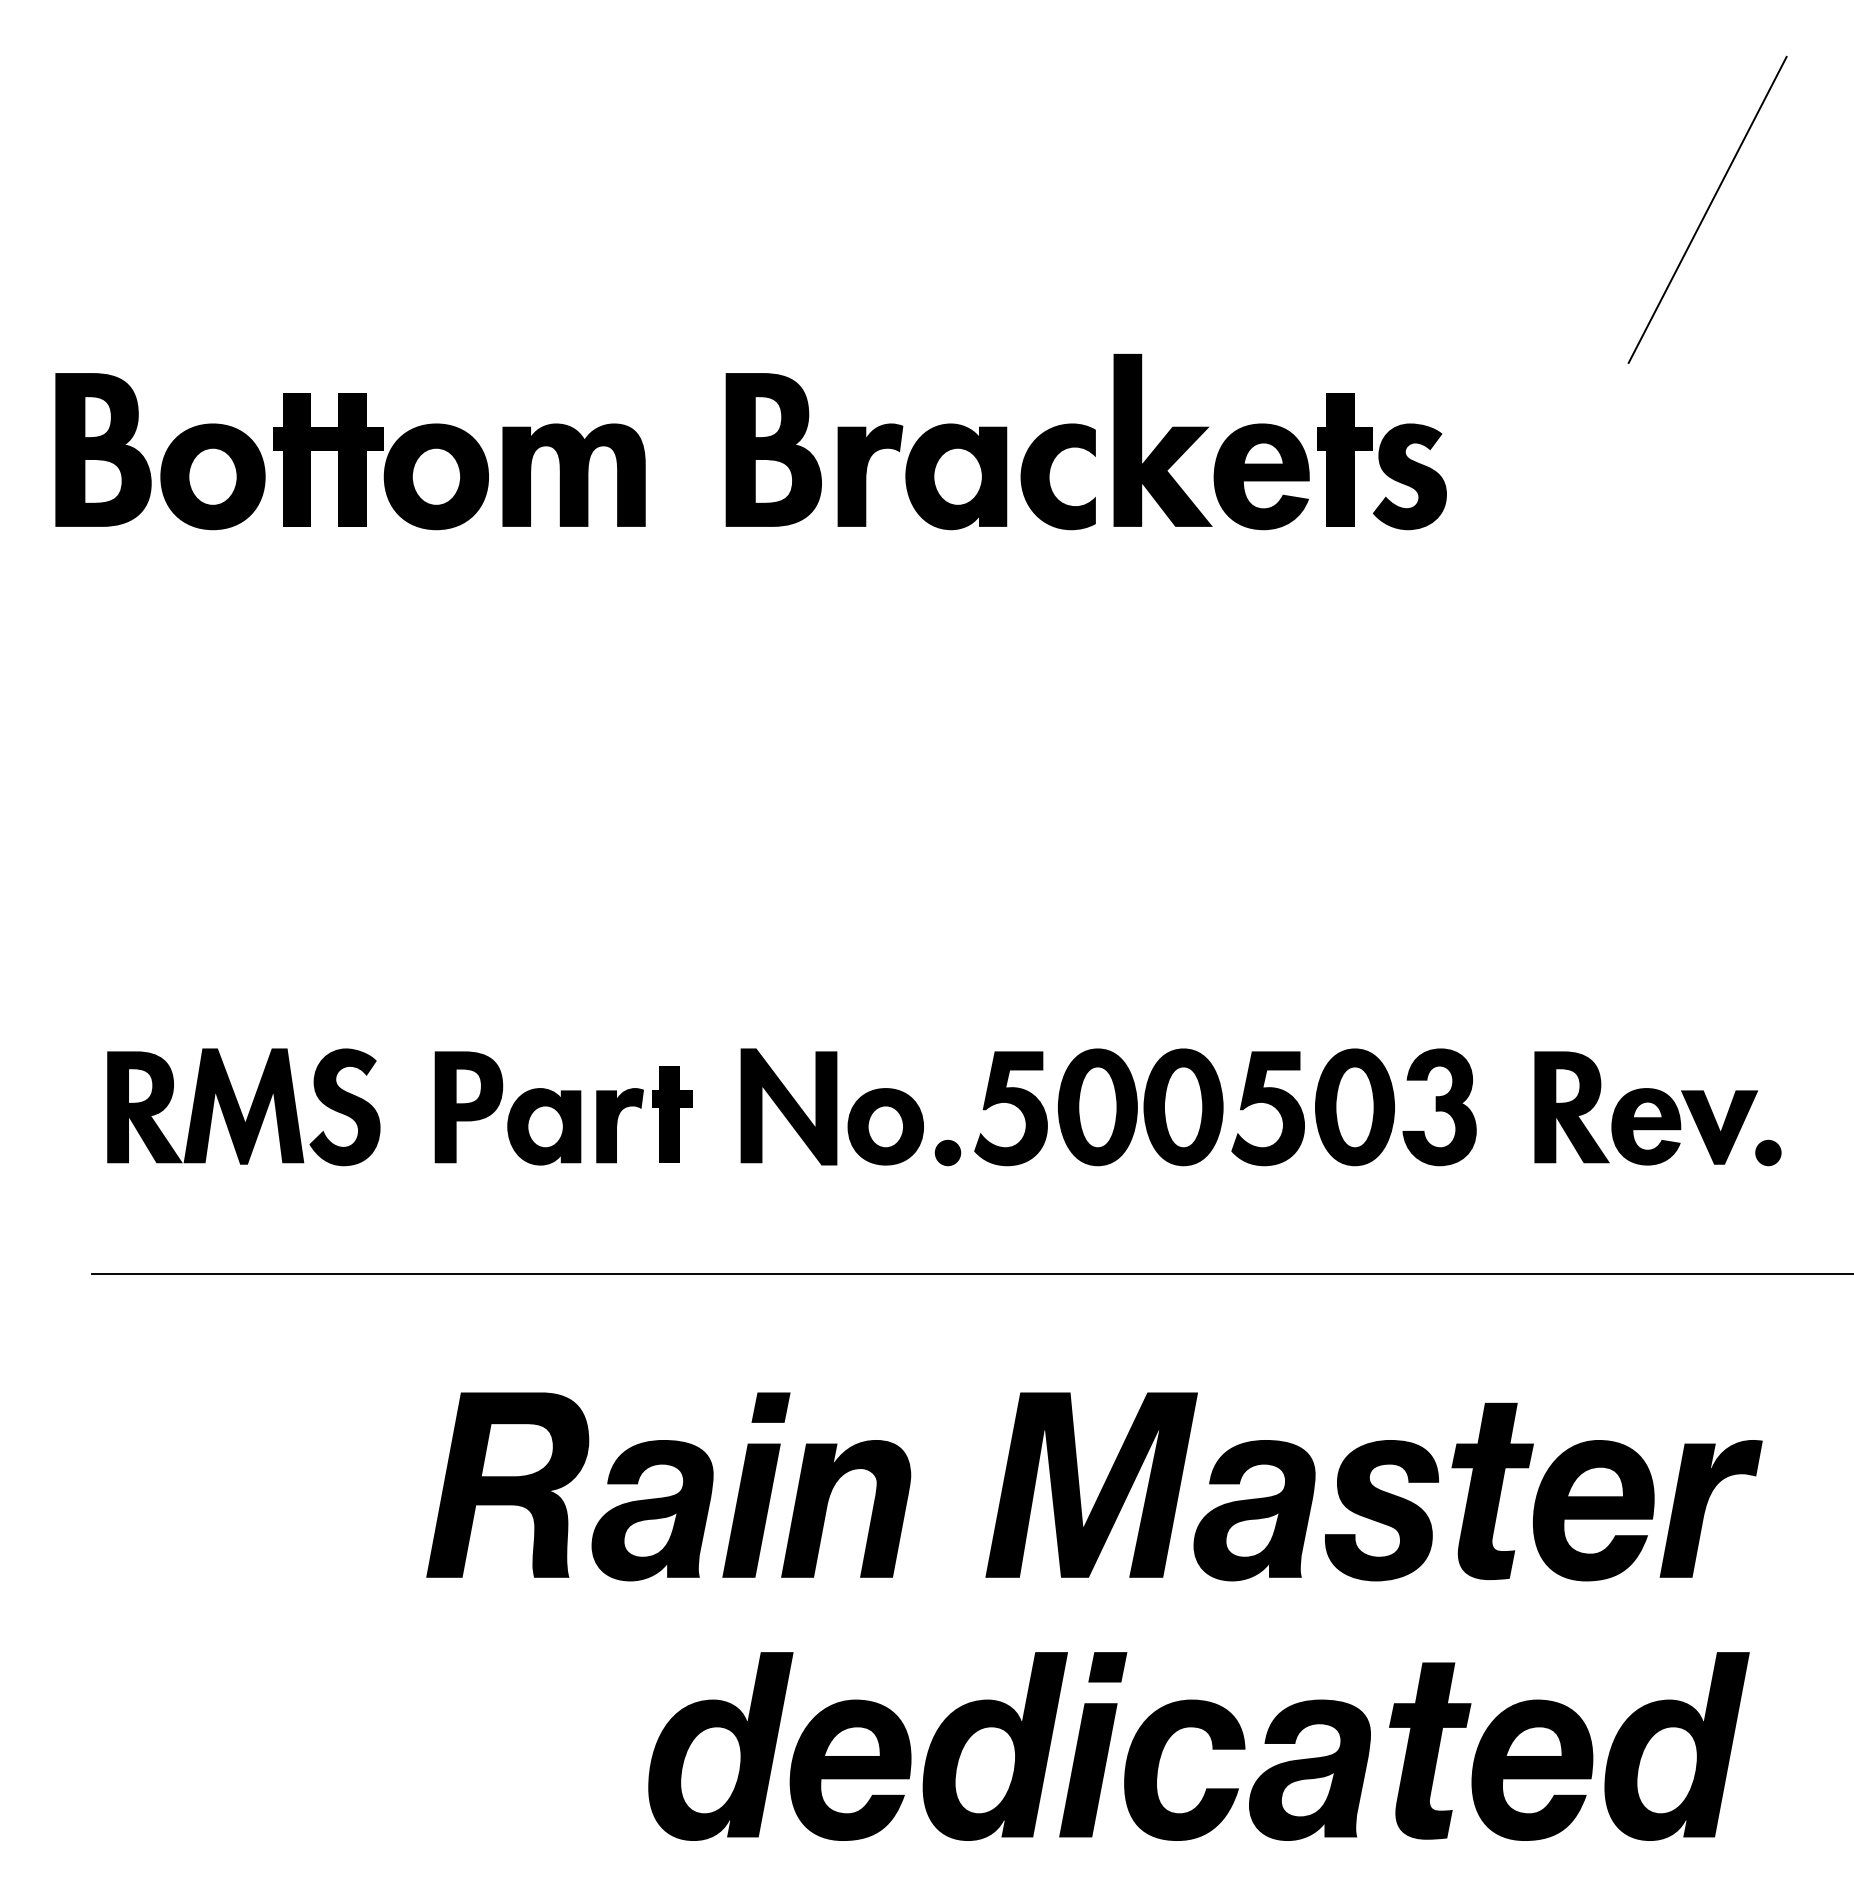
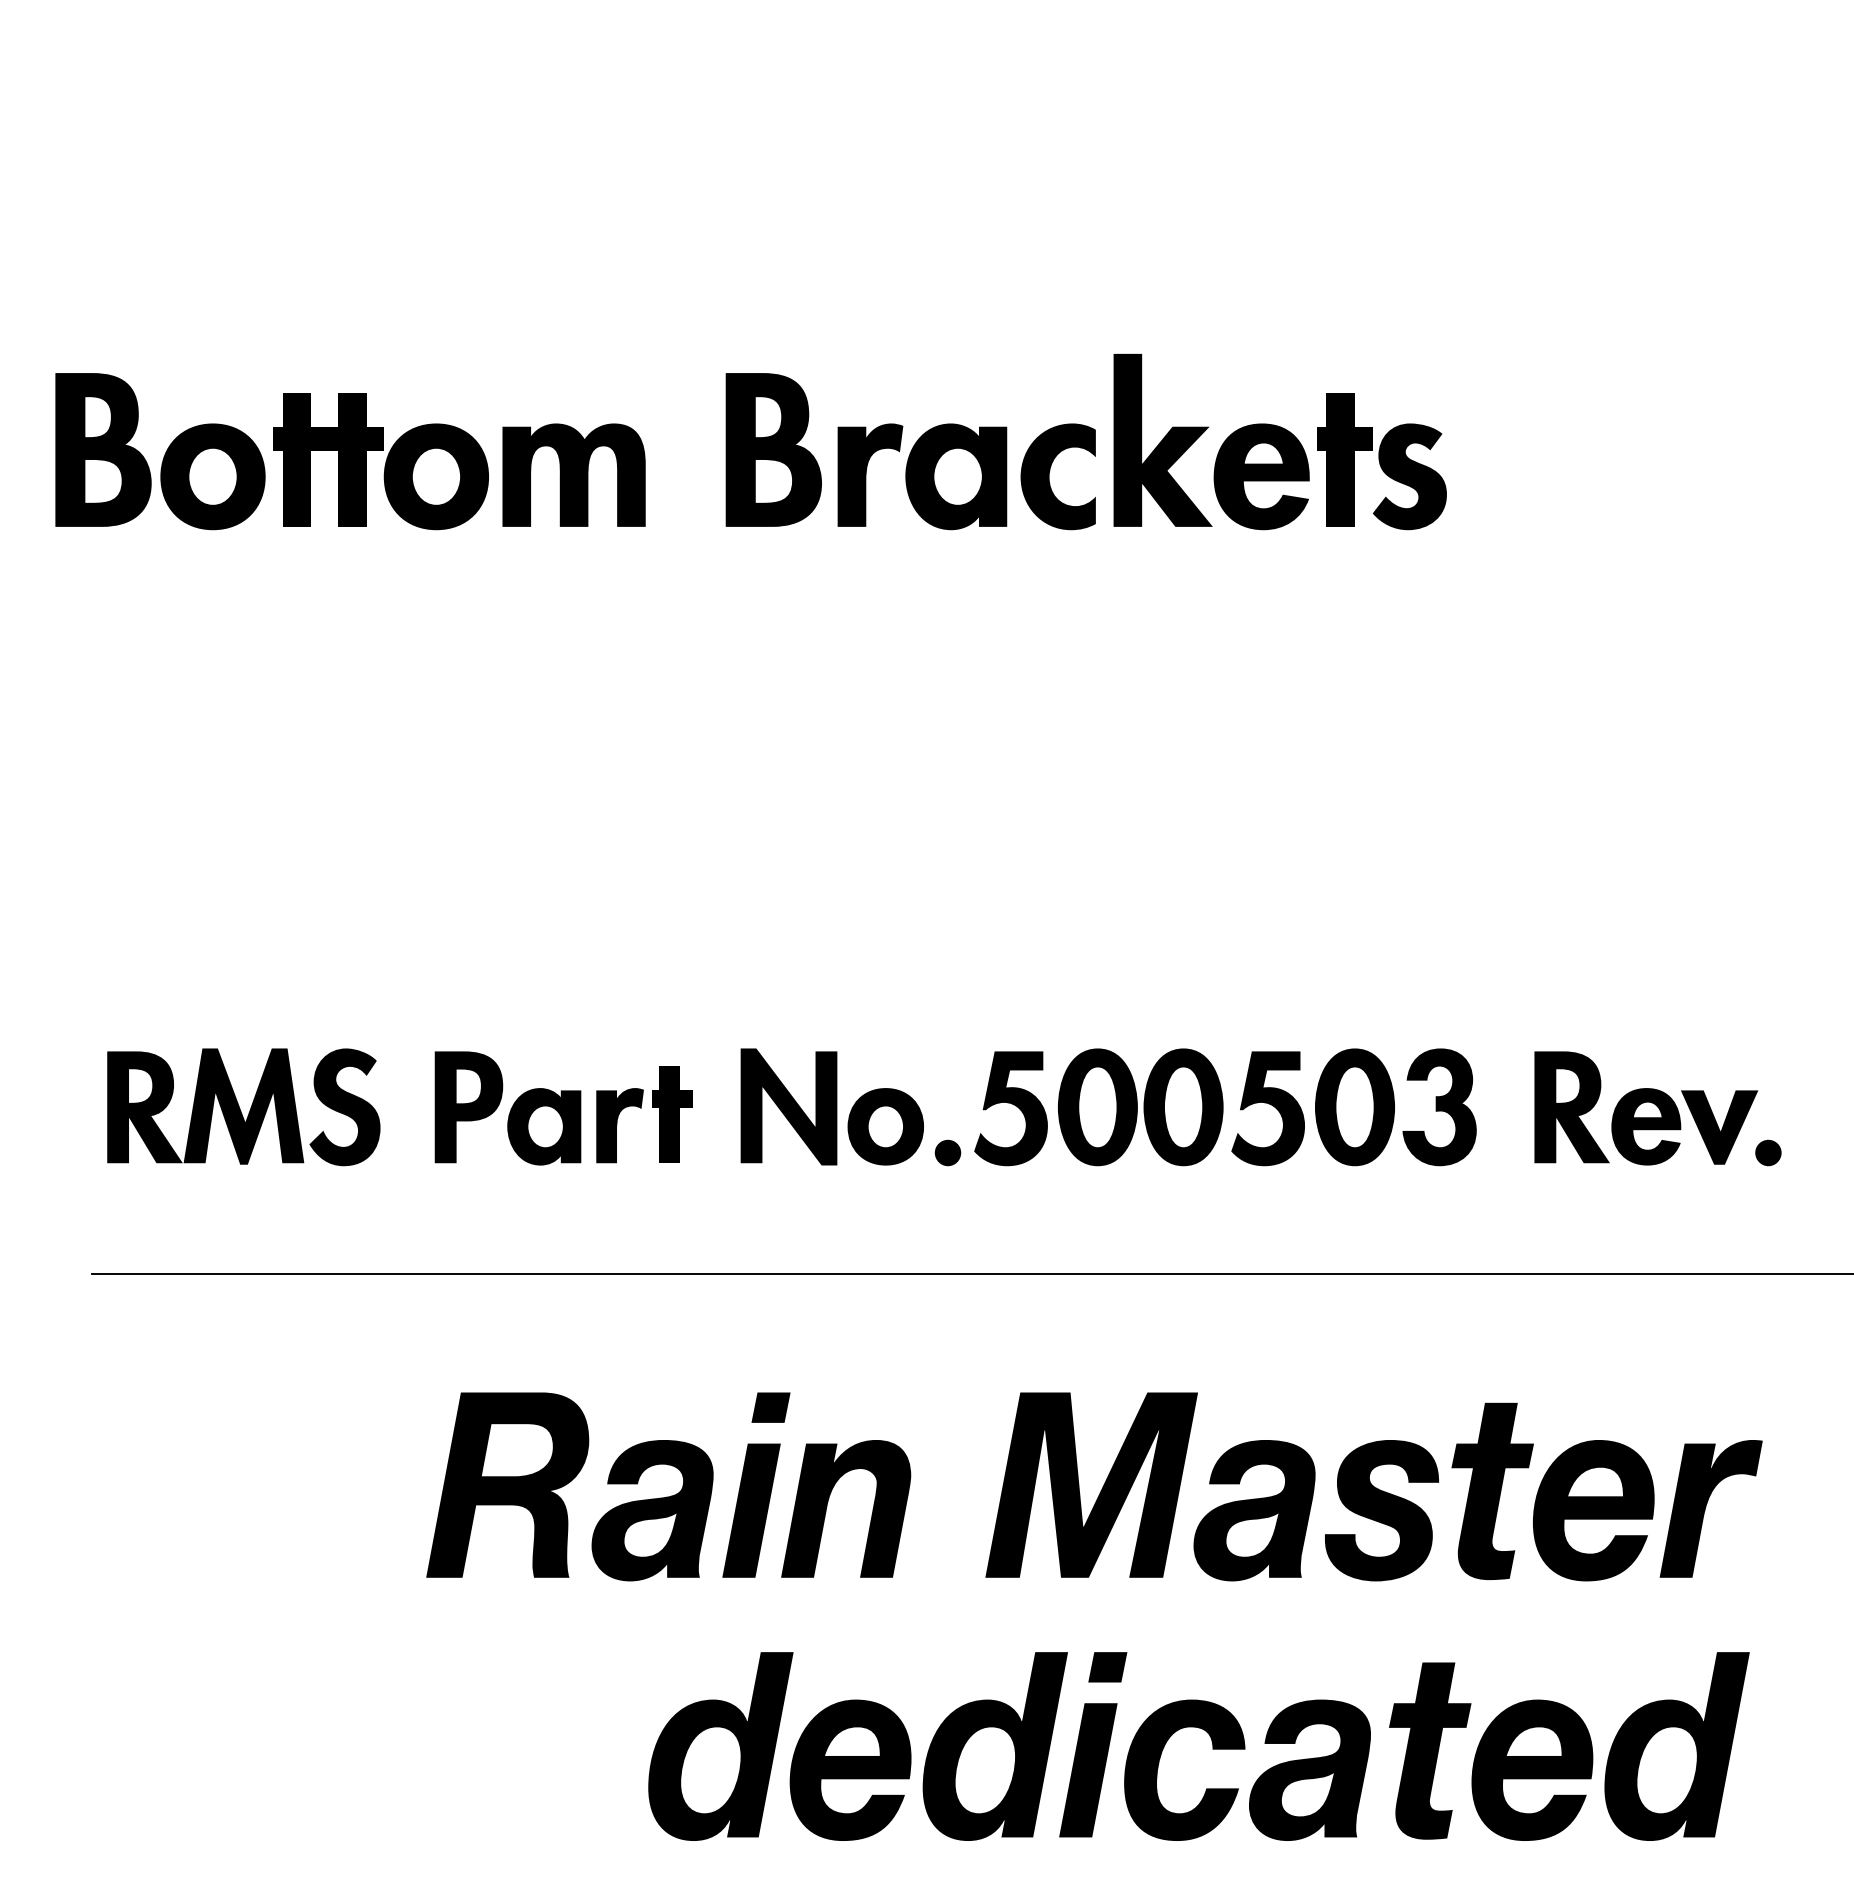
line at (1707, 209): present -> none
